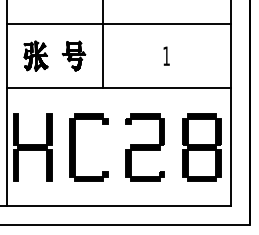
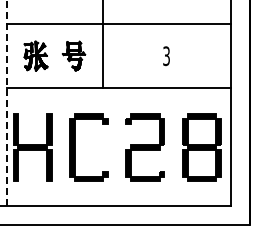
text at (166, 56): 1 -> 3
line at (6, 103): solid -> dashed
